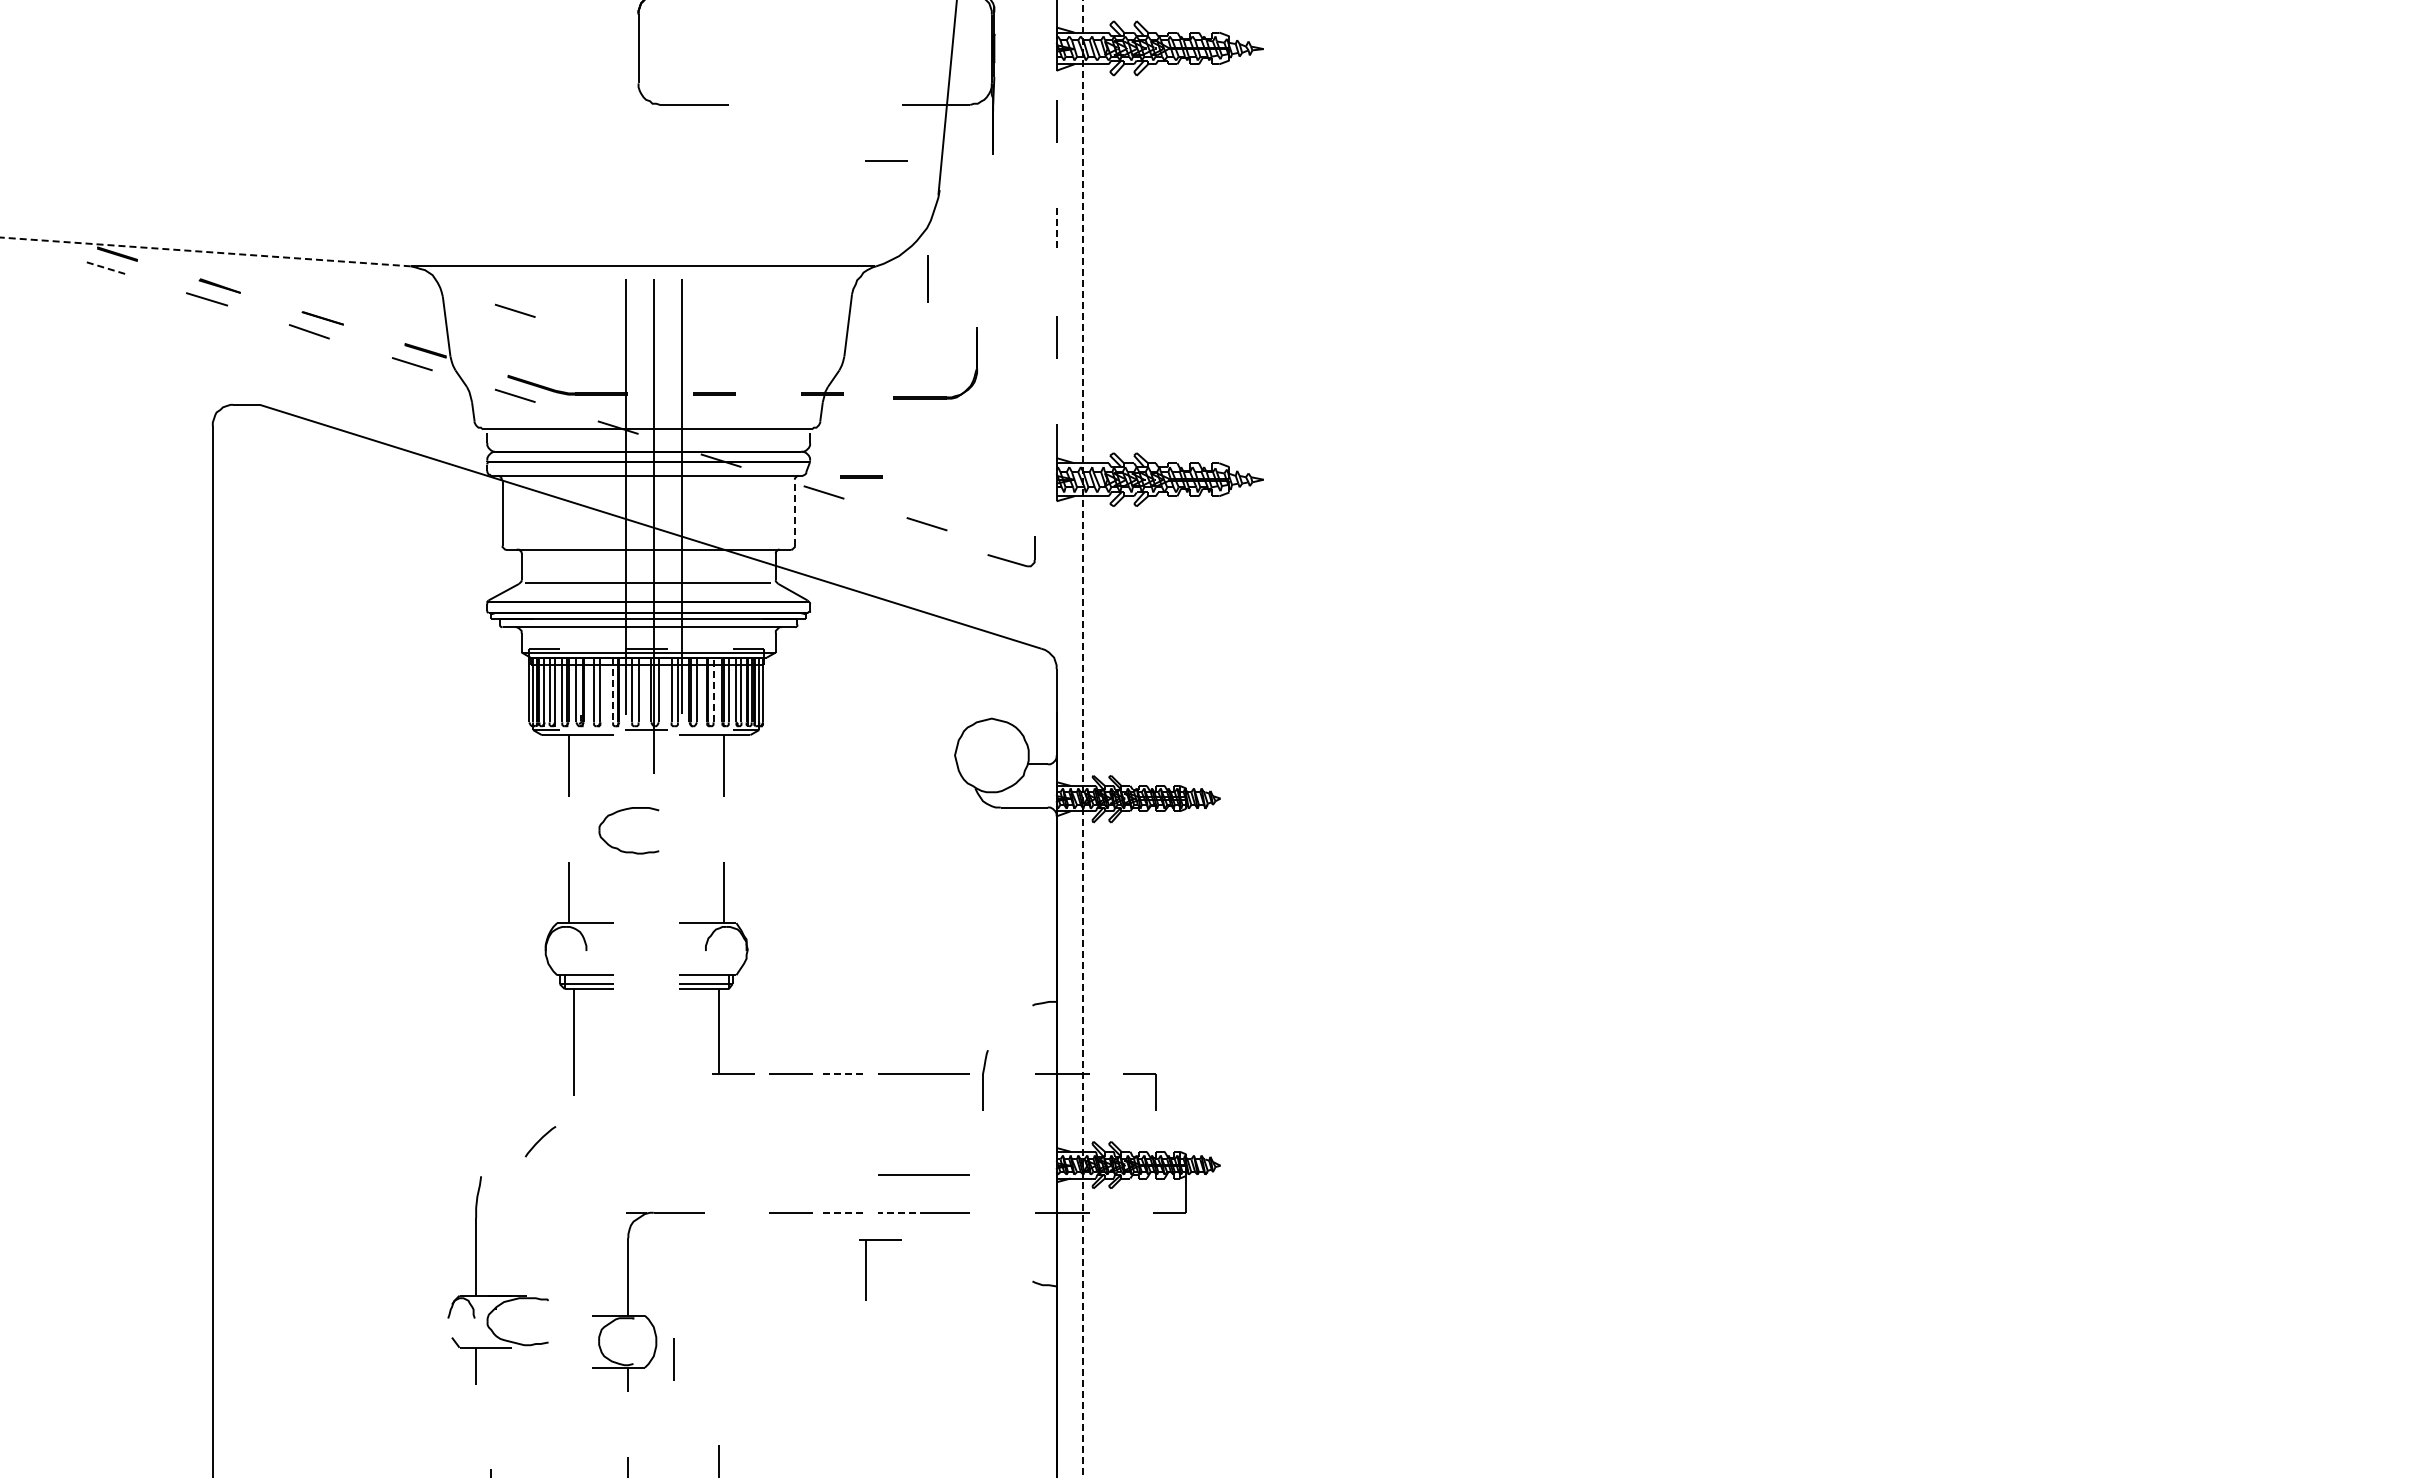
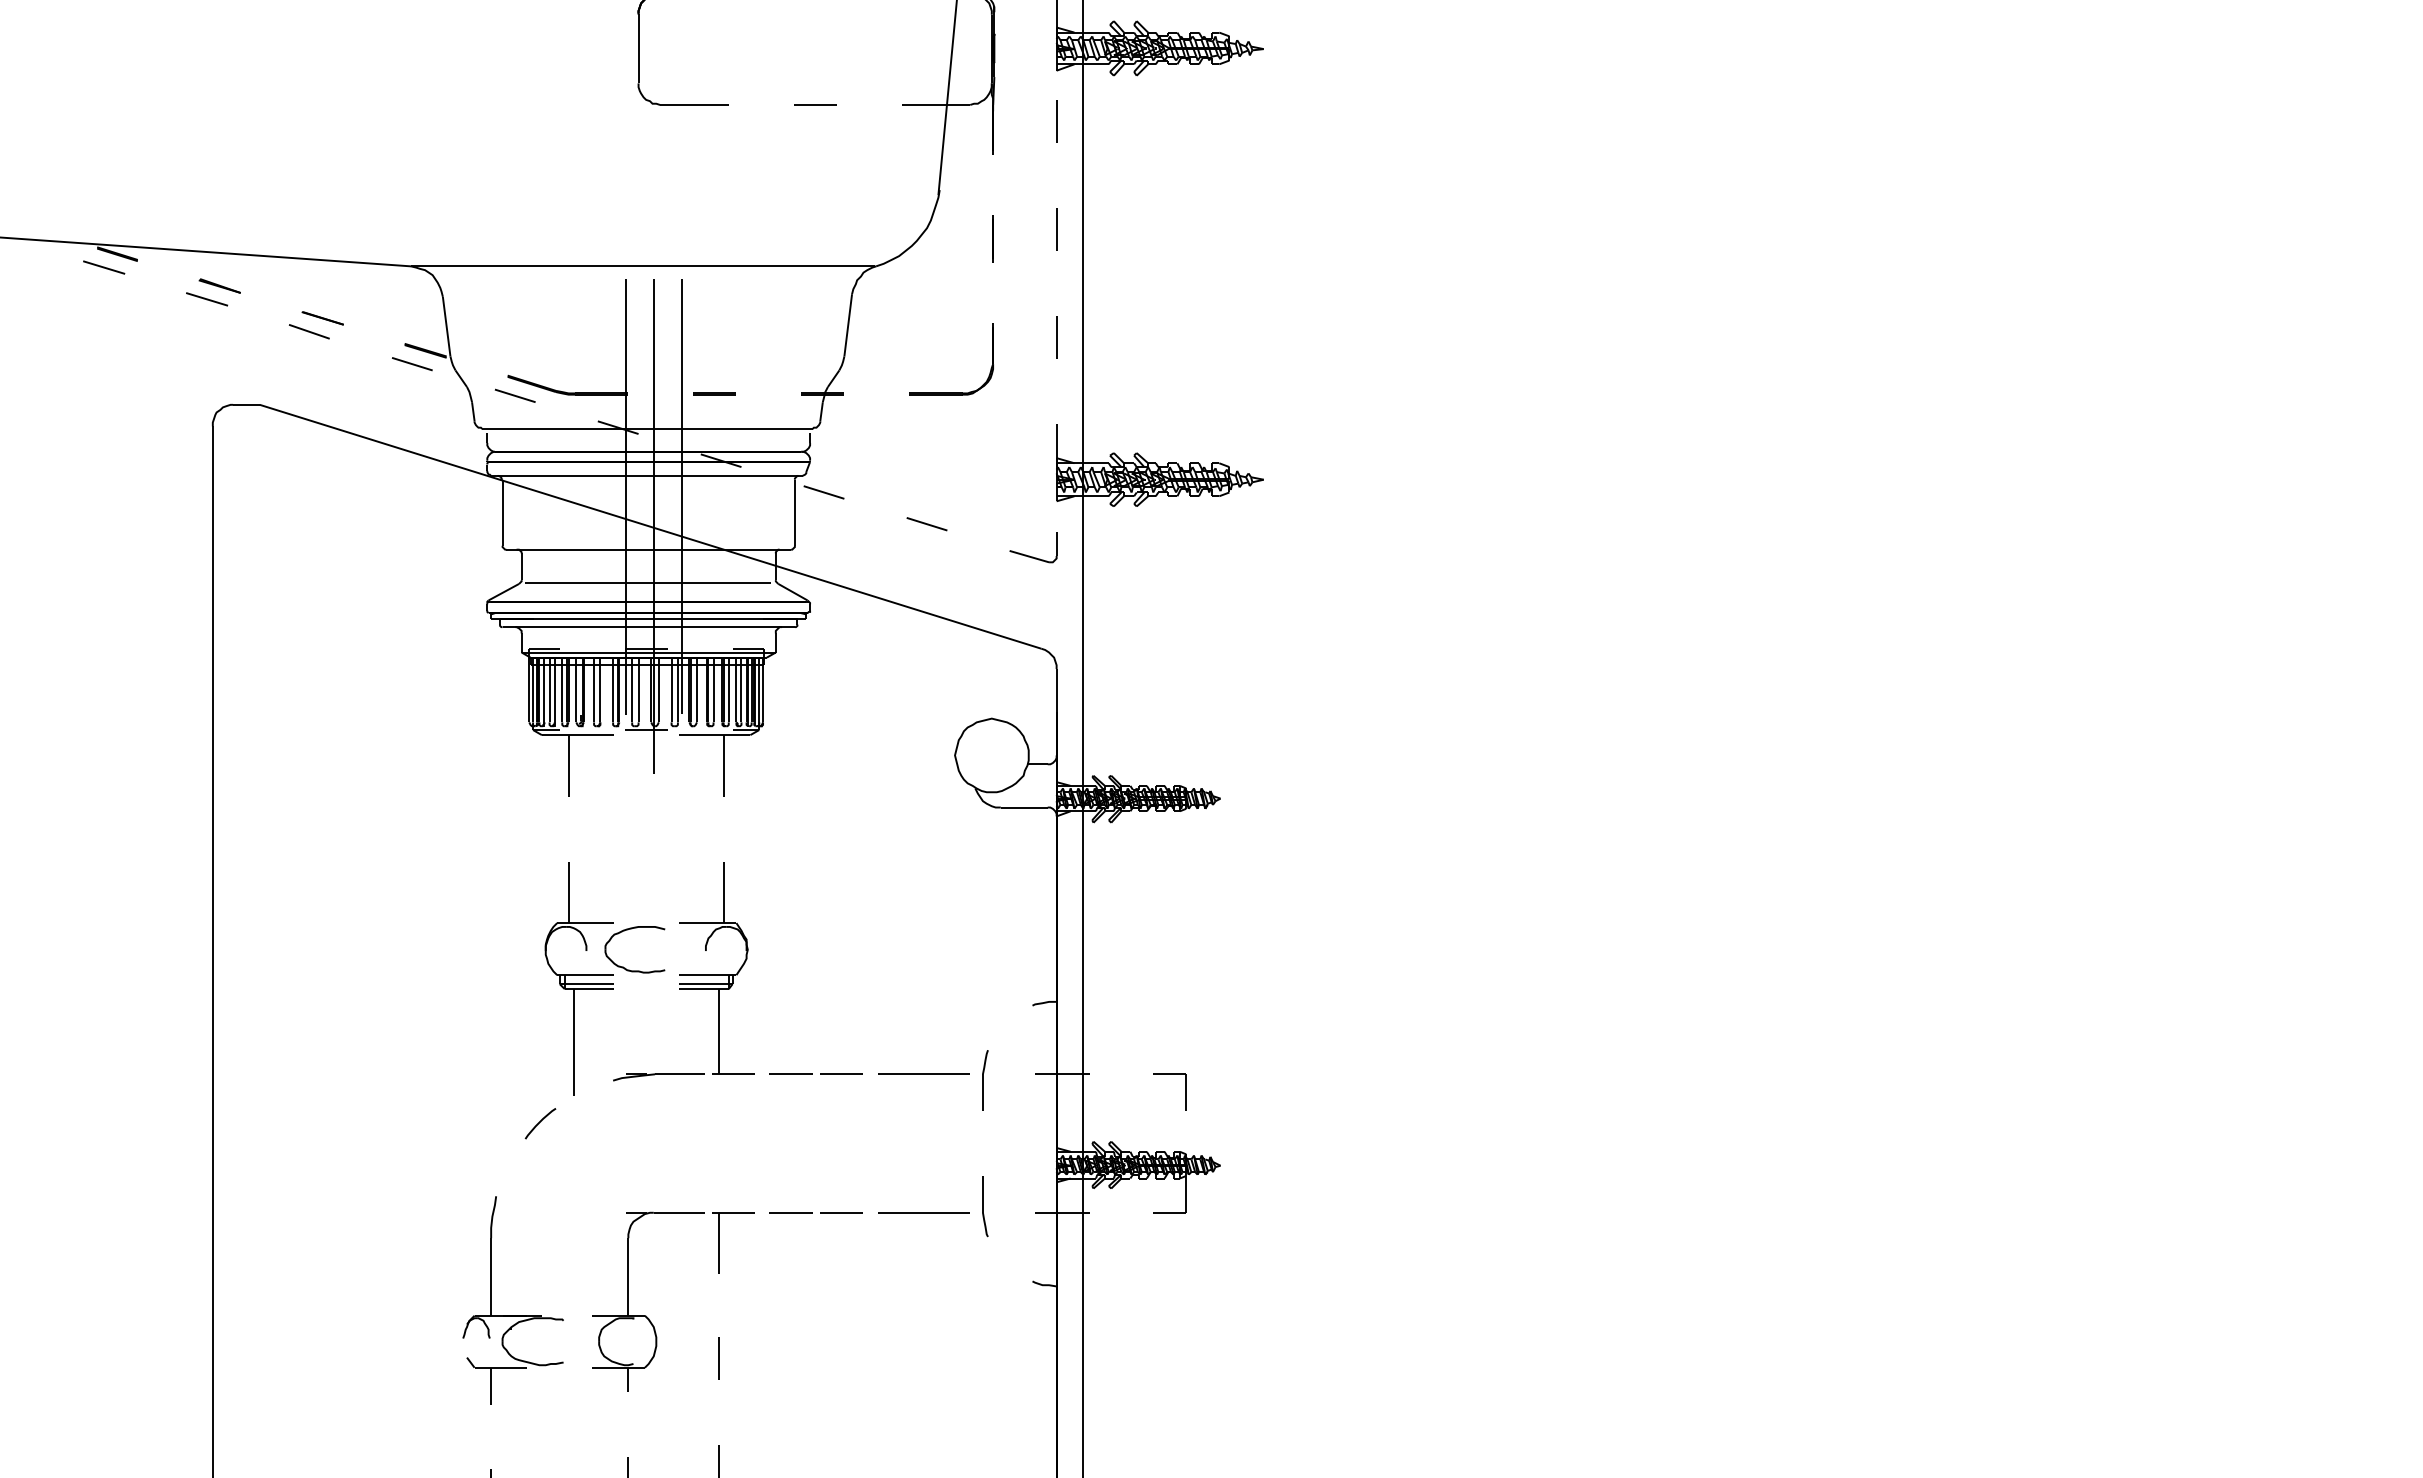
line at (886, 160) position: (886, 160) -> (815, 104)
line at (1056, 229): dashed -> solid
line at (205, 251): dashed -> solid
line at (104, 267): dashed -> solid
line at (927, 278) position: (927, 278) -> (992, 238)
line at (514, 310): present -> none
part at (935, 396) position: (935, 396) -> (951, 392)
line at (861, 476): present -> none
line at (794, 512): dashed -> solid
part at (1007, 559) position: (1007, 559) -> (1029, 555)
line at (713, 689): dashed -> solid
line at (613, 690): dashed -> solid
line at (1083, 739): dashed -> solid
part at (619, 848) position: (619, 848) -> (625, 967)
line at (841, 1074): dashed -> solid
part at (658, 1077): none -> present
part at (1155, 1091) position: (1155, 1091) -> (1185, 1091)
curve at (540, 1140) position: (540, 1140) -> (540, 1122)
line at (923, 1174): present -> none
part at (985, 1206): none -> present
line at (841, 1212): dashed -> solid
line at (902, 1212): dashed -> solid
part at (866, 1269) position: (866, 1269) -> (719, 1242)
part at (497, 1295) position: (497, 1295) -> (512, 1315)
line at (673, 1359) position: (673, 1359) -> (718, 1358)
